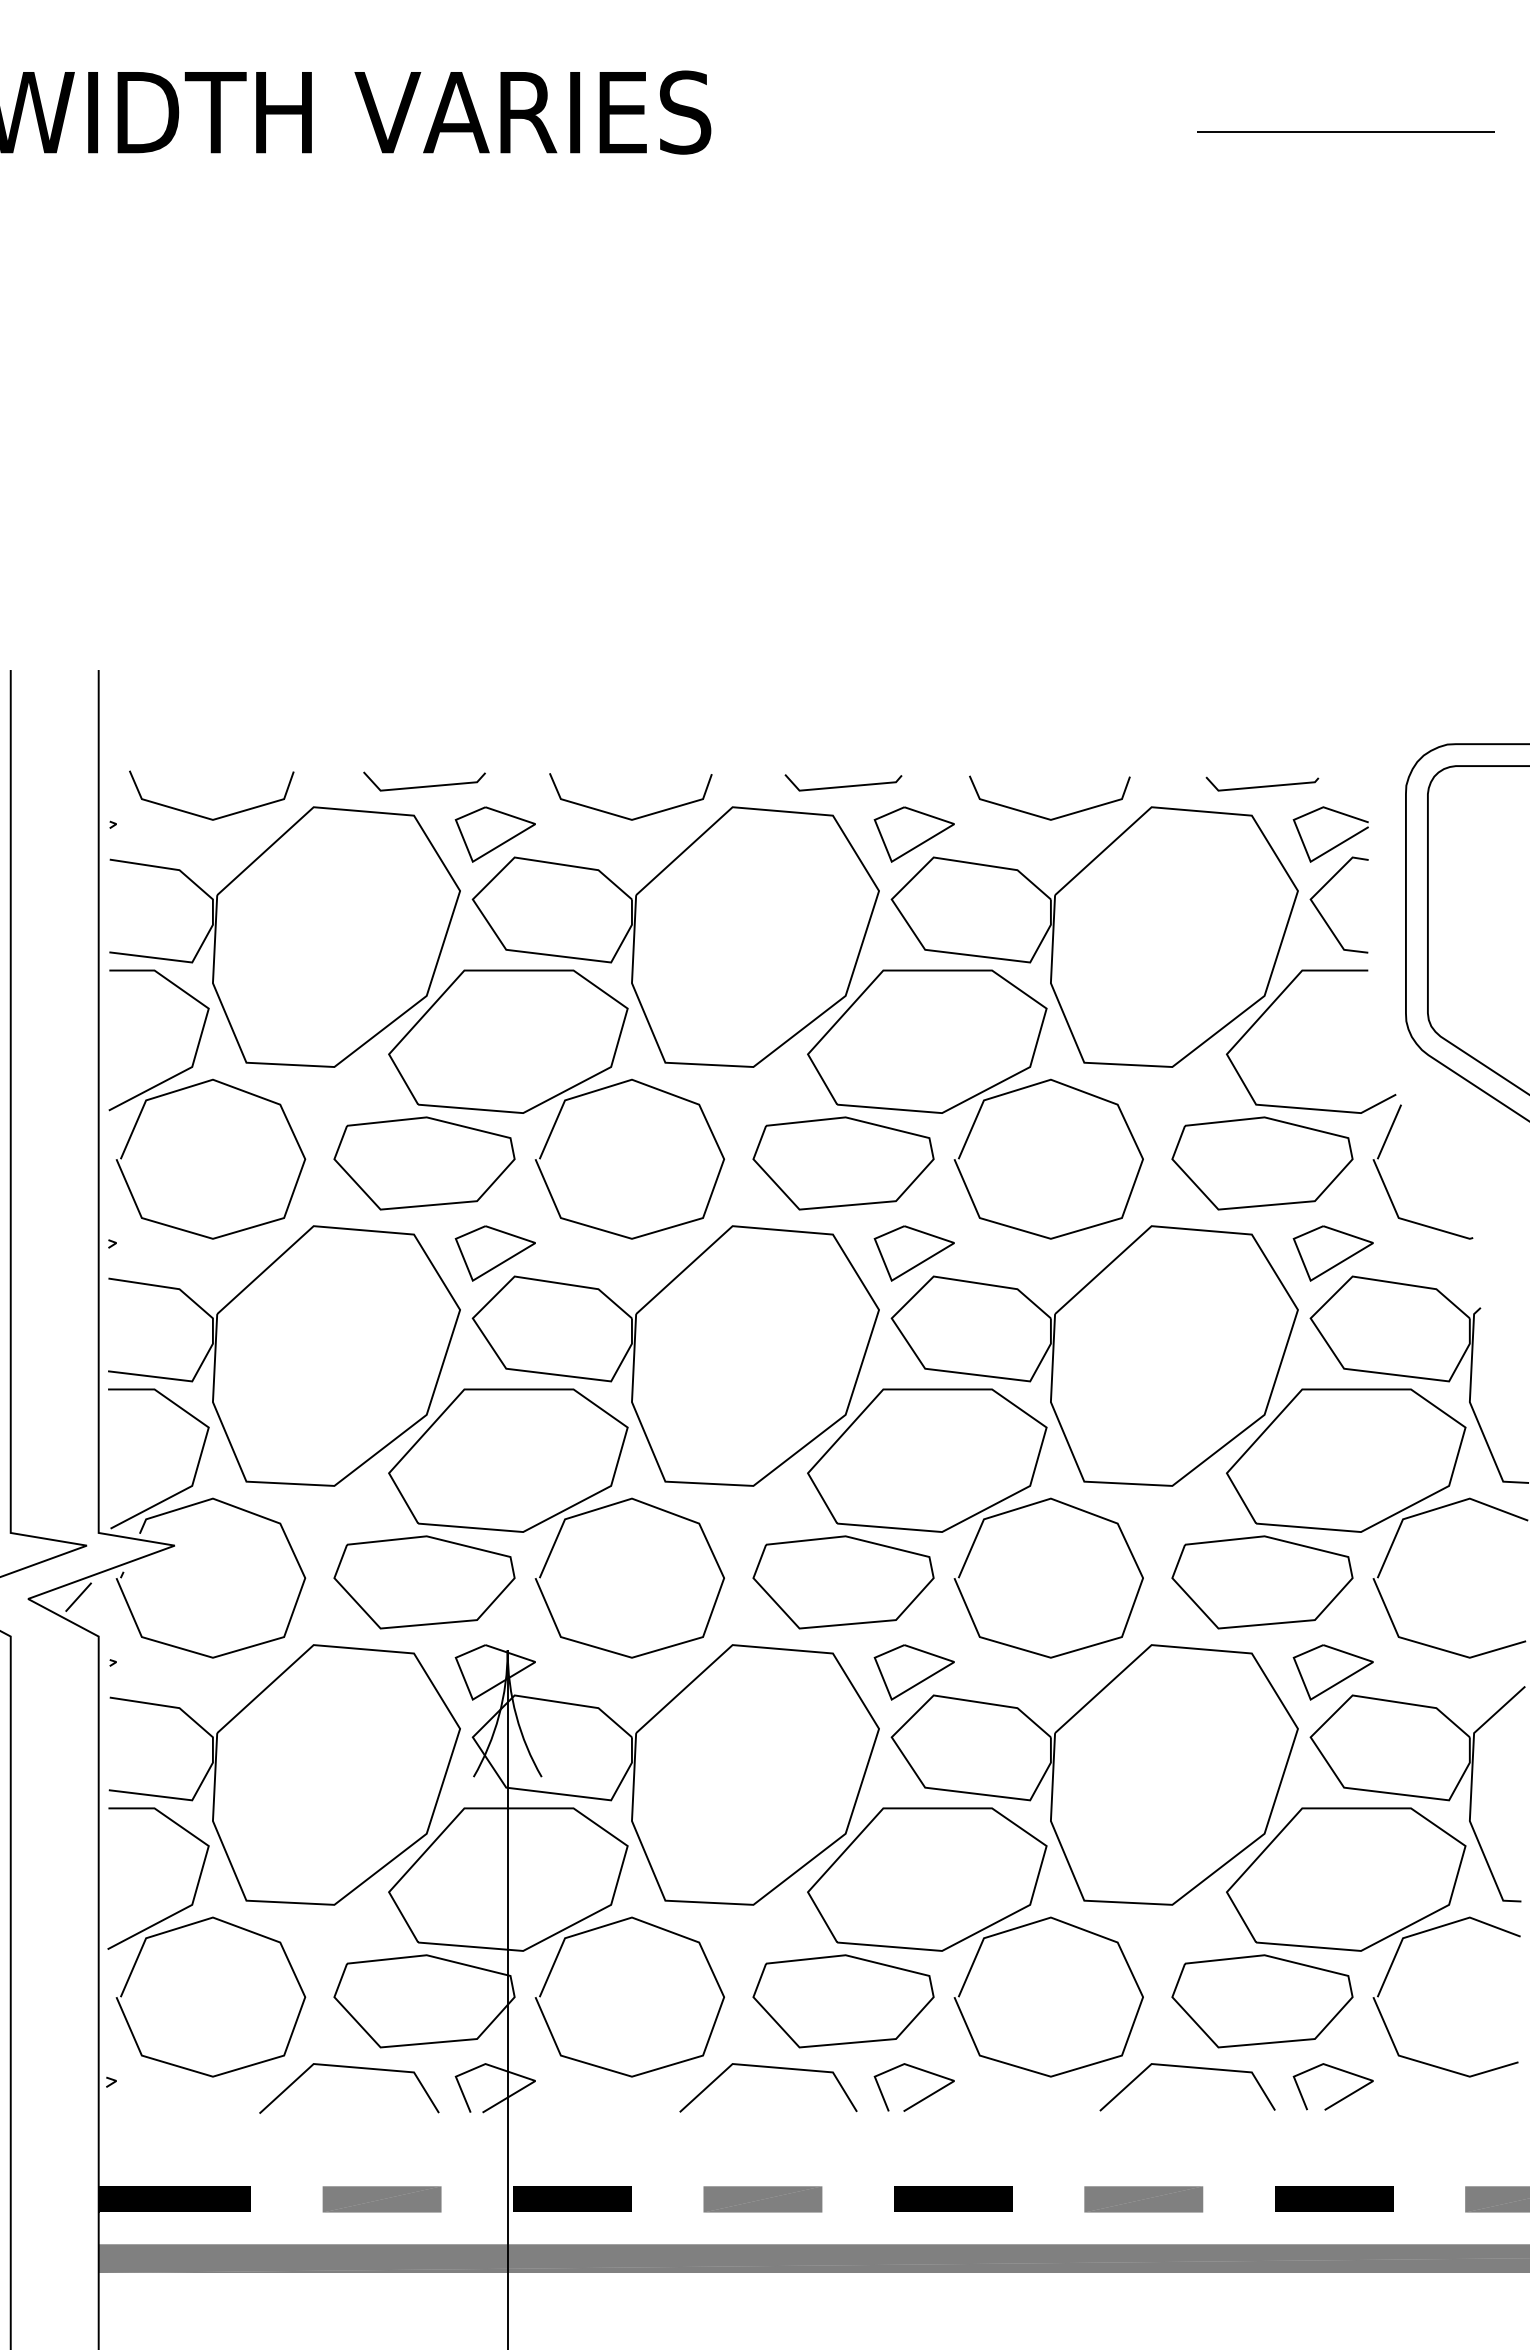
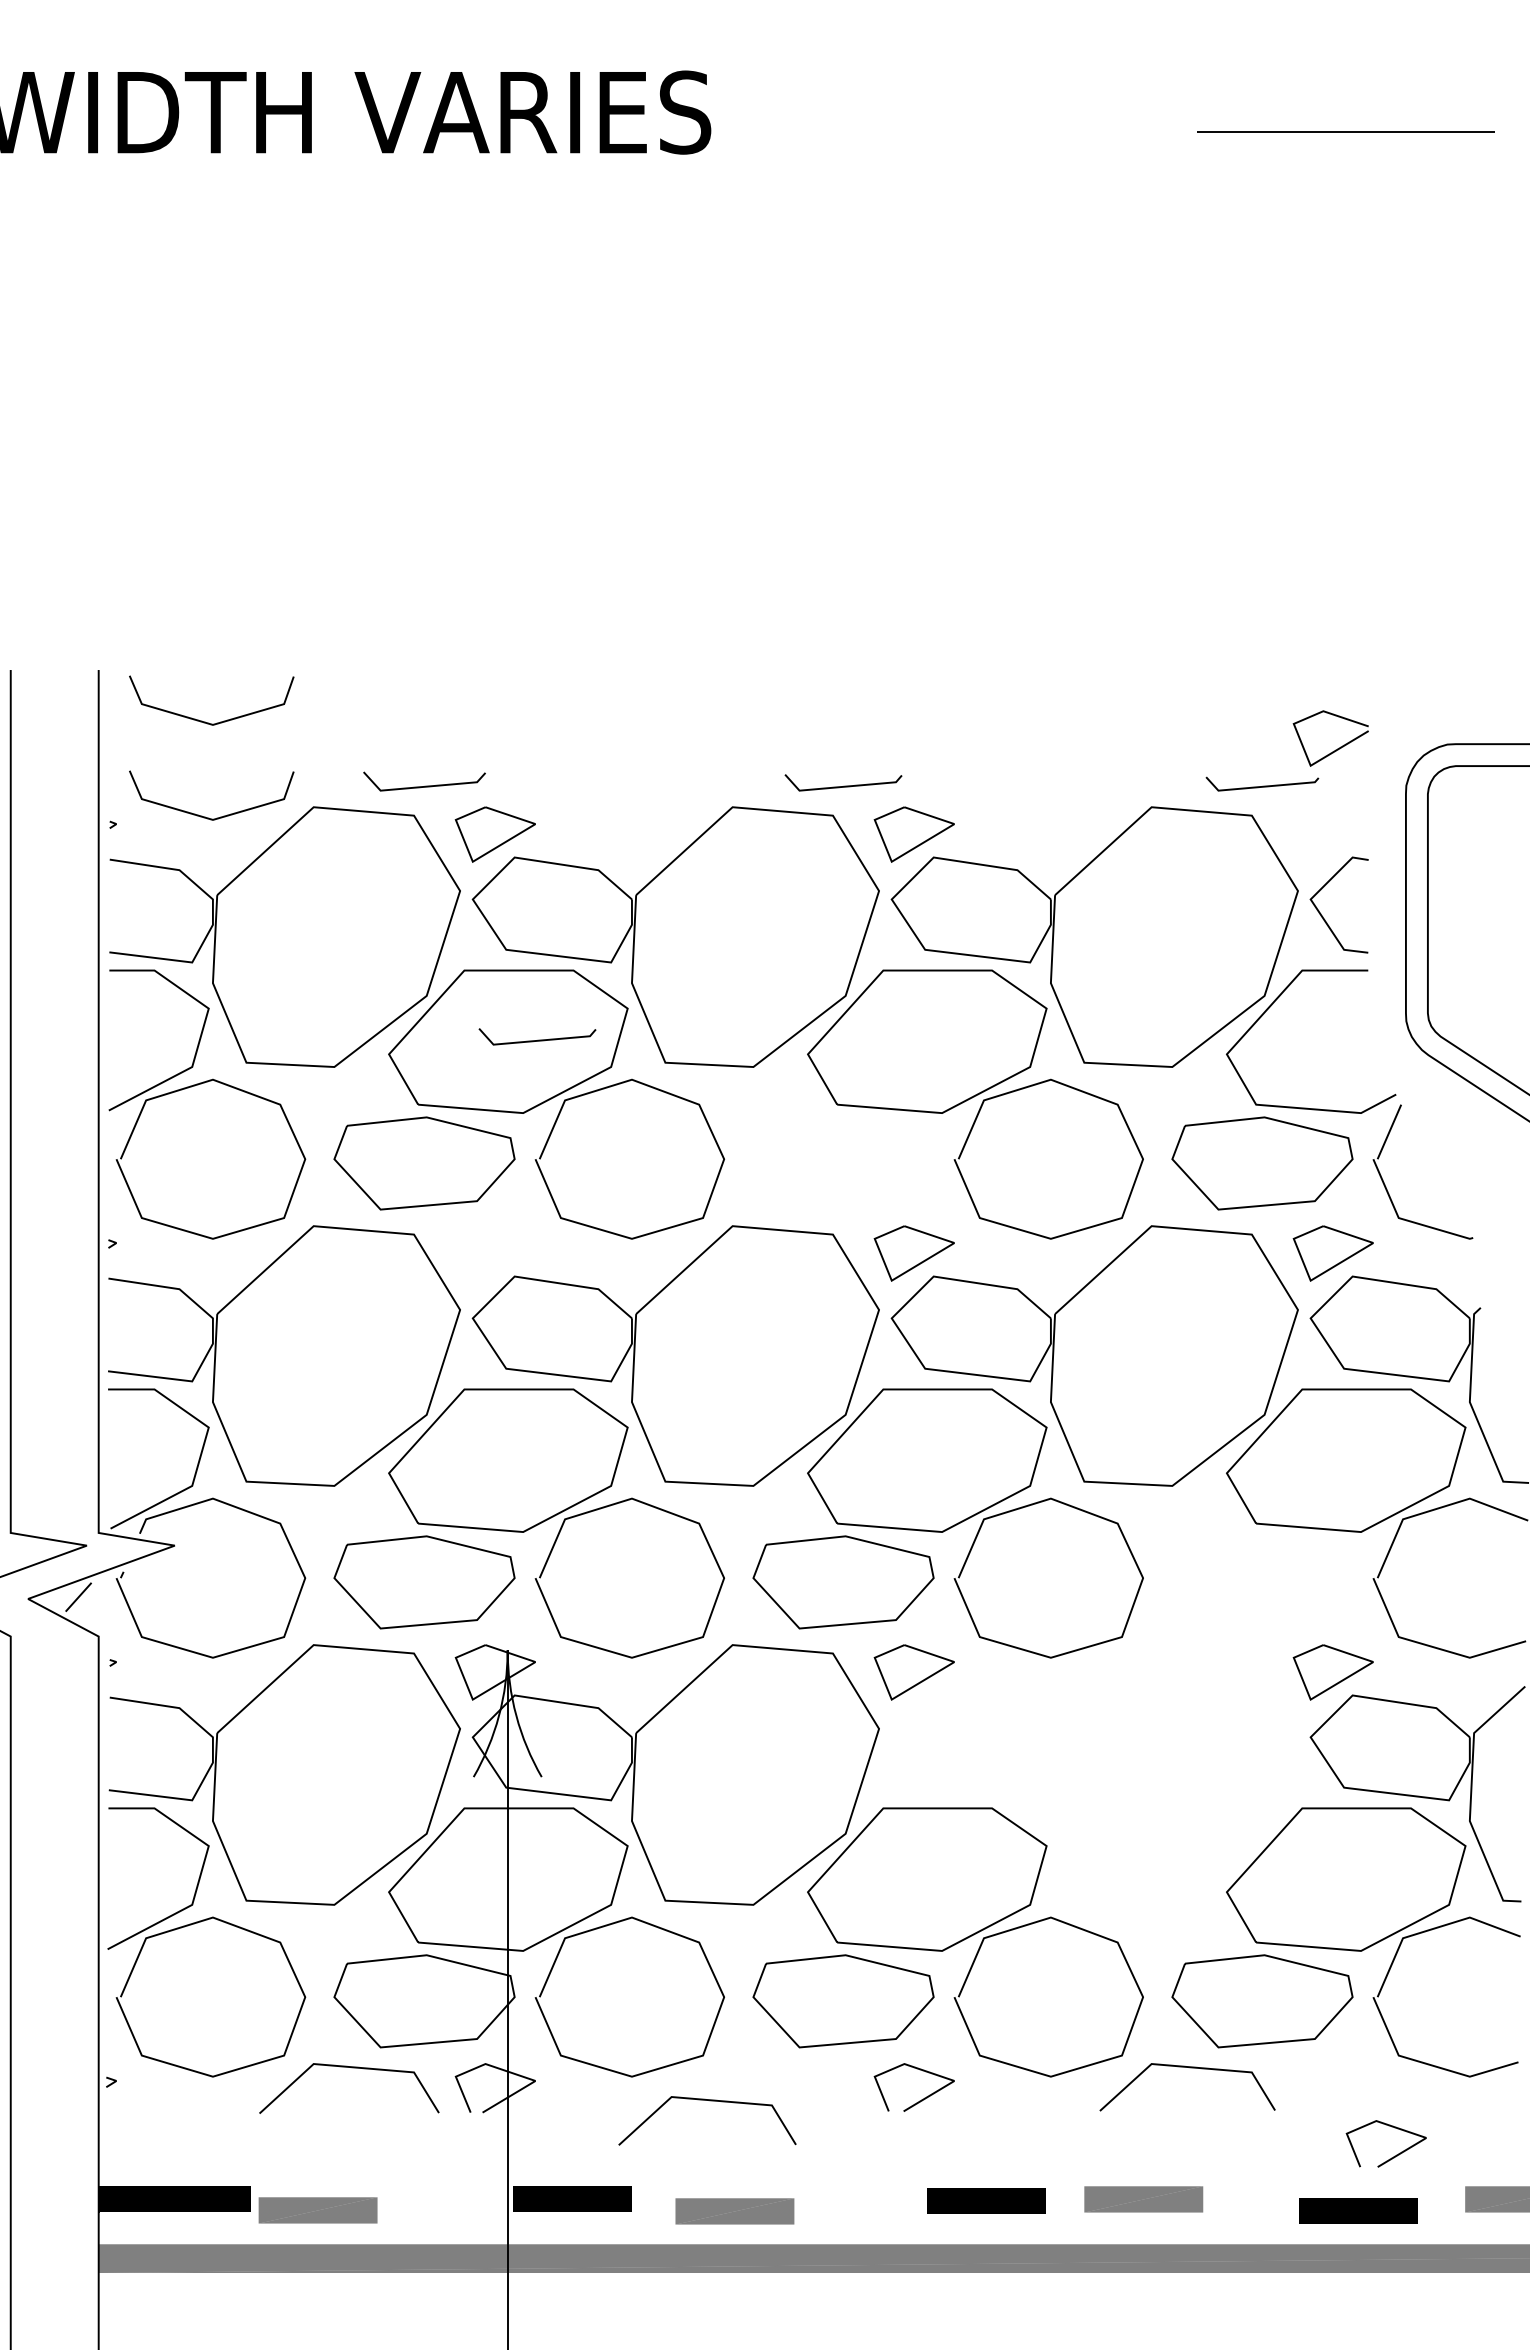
line at (205, 721): none -> present
line at (624, 816): present -> none
line at (1043, 816): present -> none
line at (1335, 845) position: (1335, 845) -> (1335, 749)
line at (537, 1039): none -> present
part at (843, 1163): present -> none
part at (494, 1253): present -> none
part at (1262, 1582): present -> none
part at (1094, 1774): present -> none
line at (770, 2068) position: (770, 2068) -> (709, 2101)
line at (1338, 2100) position: (1338, 2100) -> (1391, 2157)
line at (953, 2198) position: (953, 2198) -> (986, 2200)
line at (1334, 2198) position: (1334, 2198) -> (1358, 2210)
part at (381, 2199) position: (381, 2199) -> (317, 2210)
part at (762, 2199) position: (762, 2199) -> (734, 2211)
